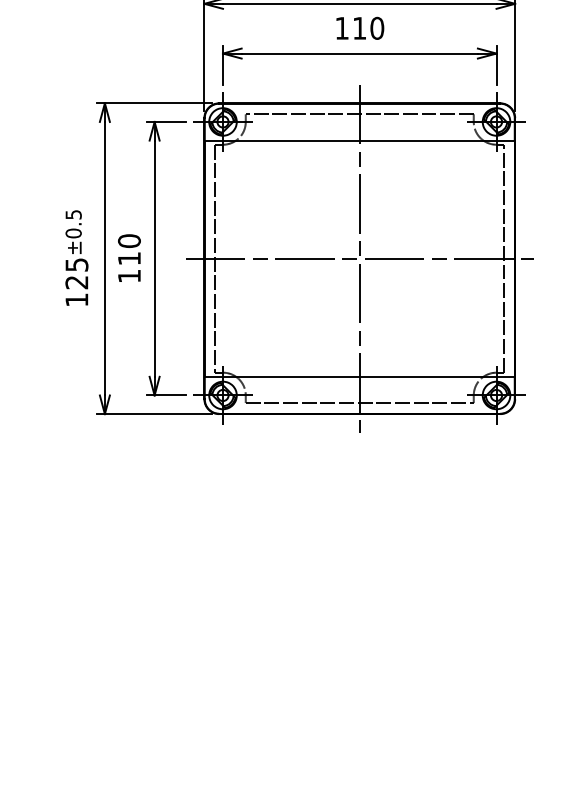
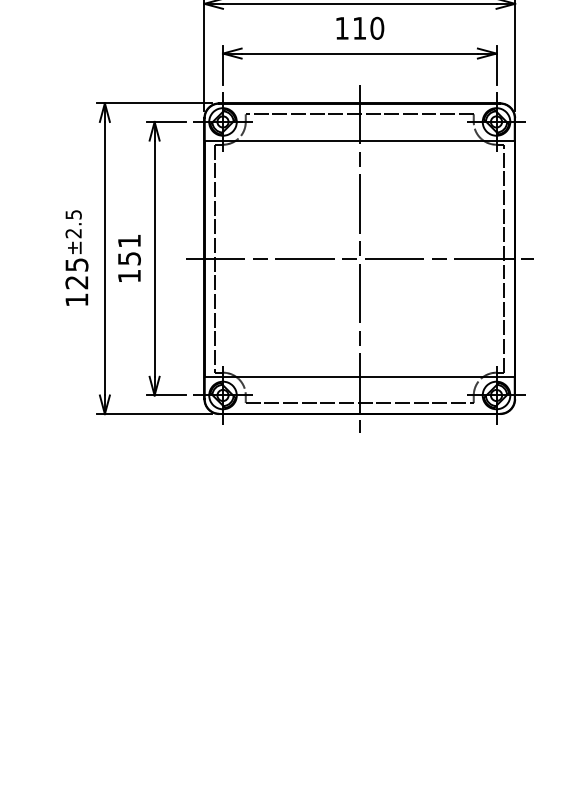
text at (73, 233): ±0.5 -> ±2.5
text at (129, 249): 110 -> 151
